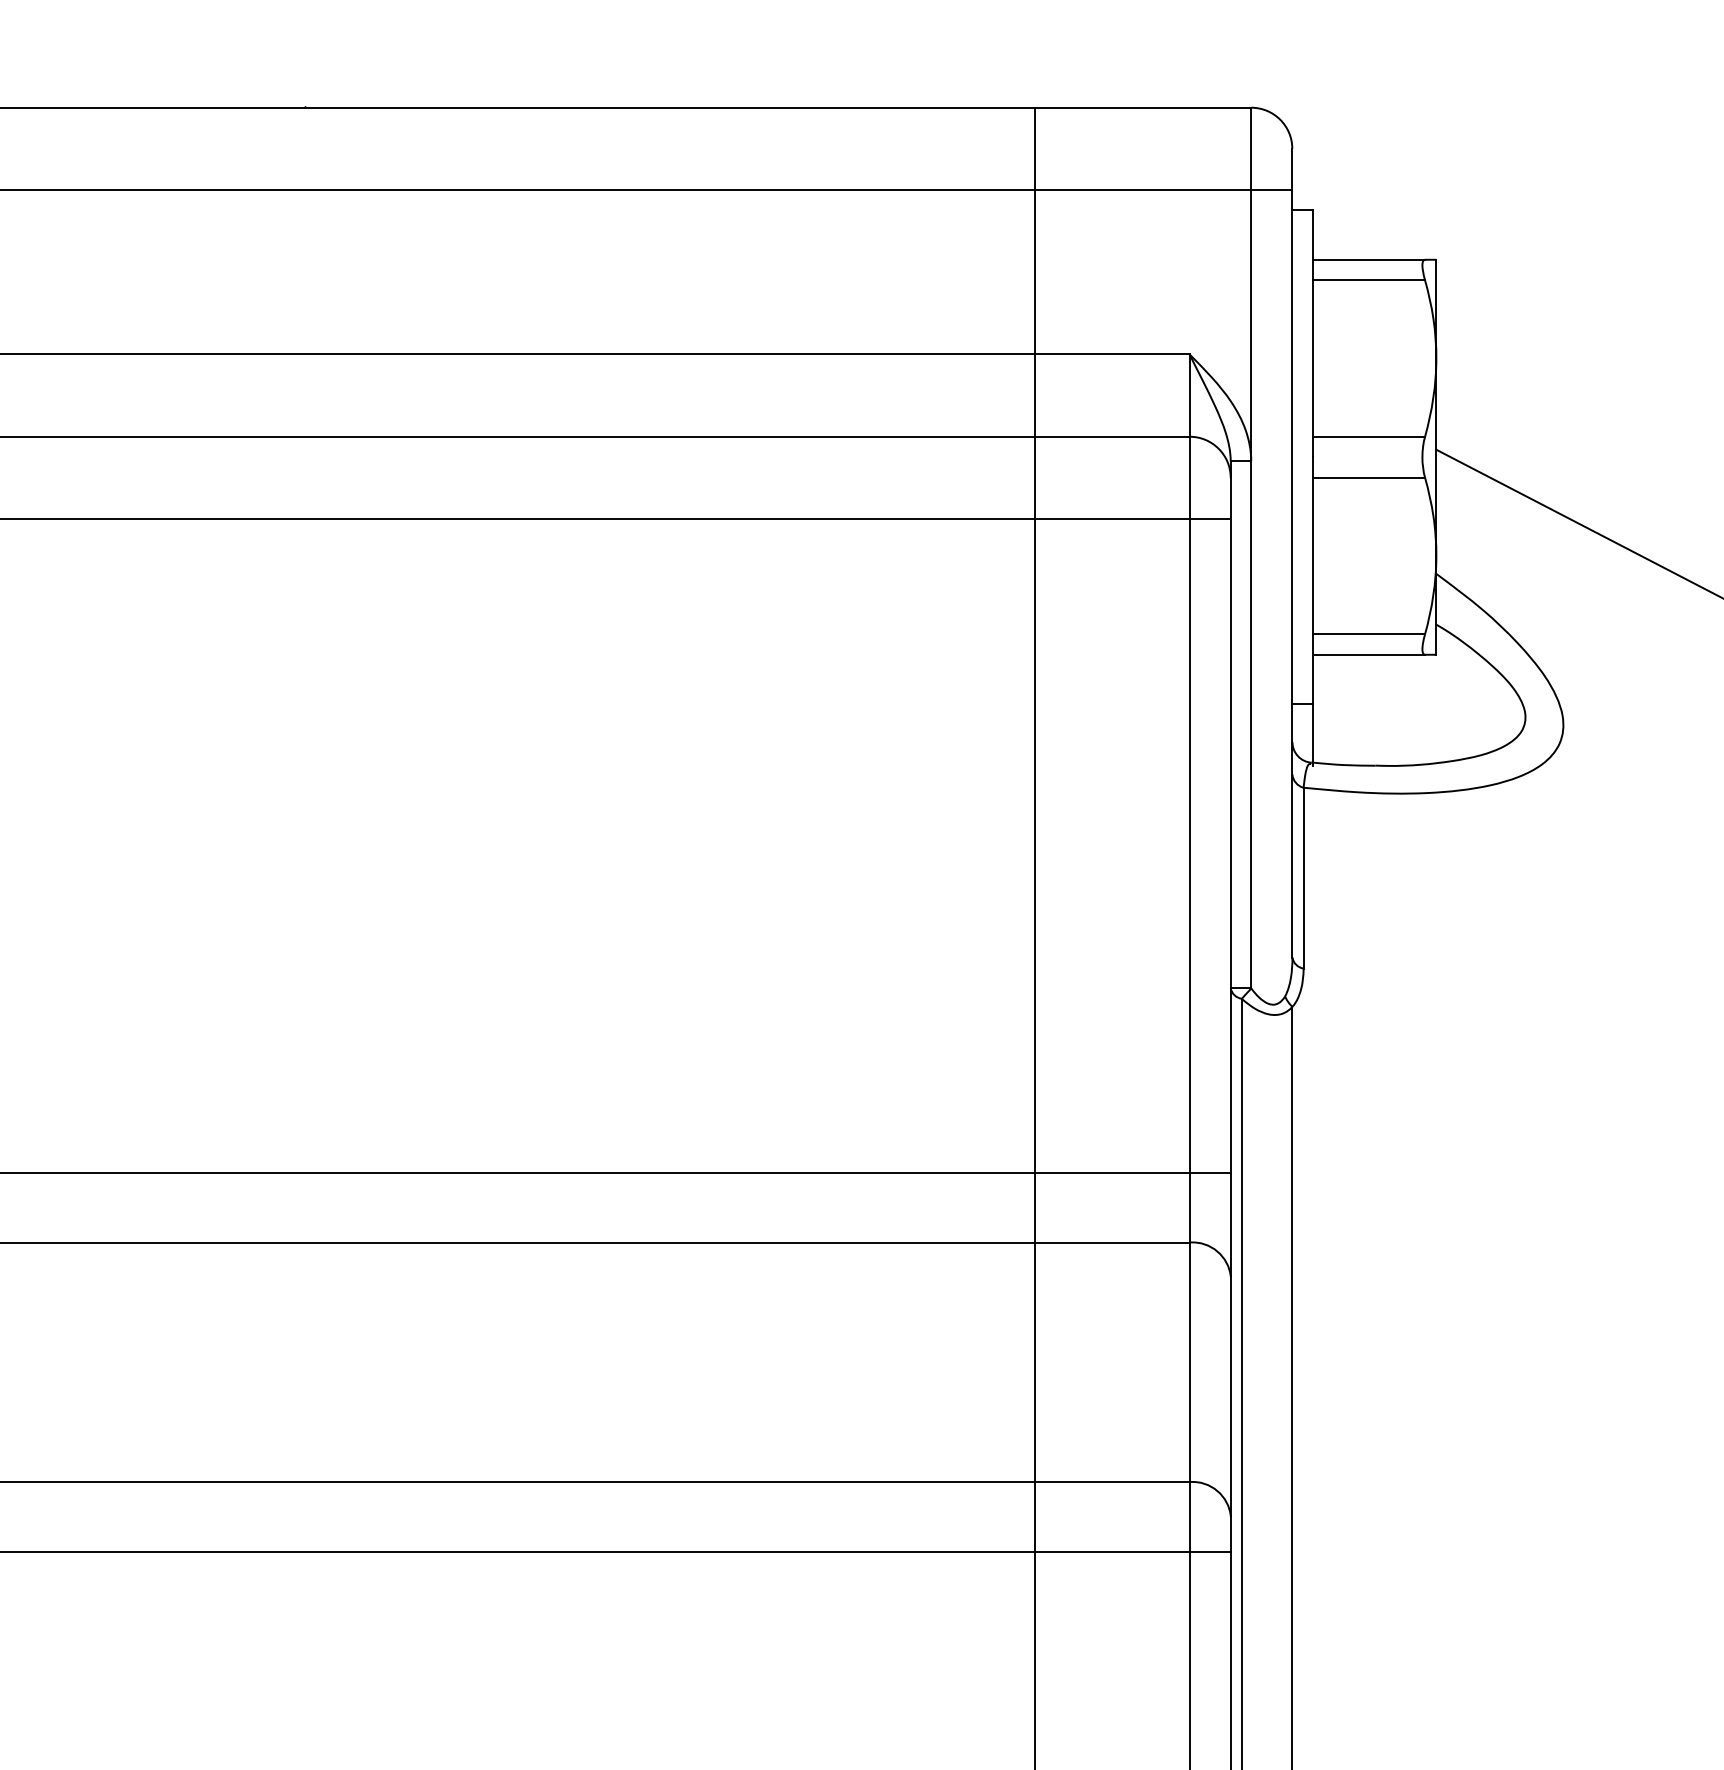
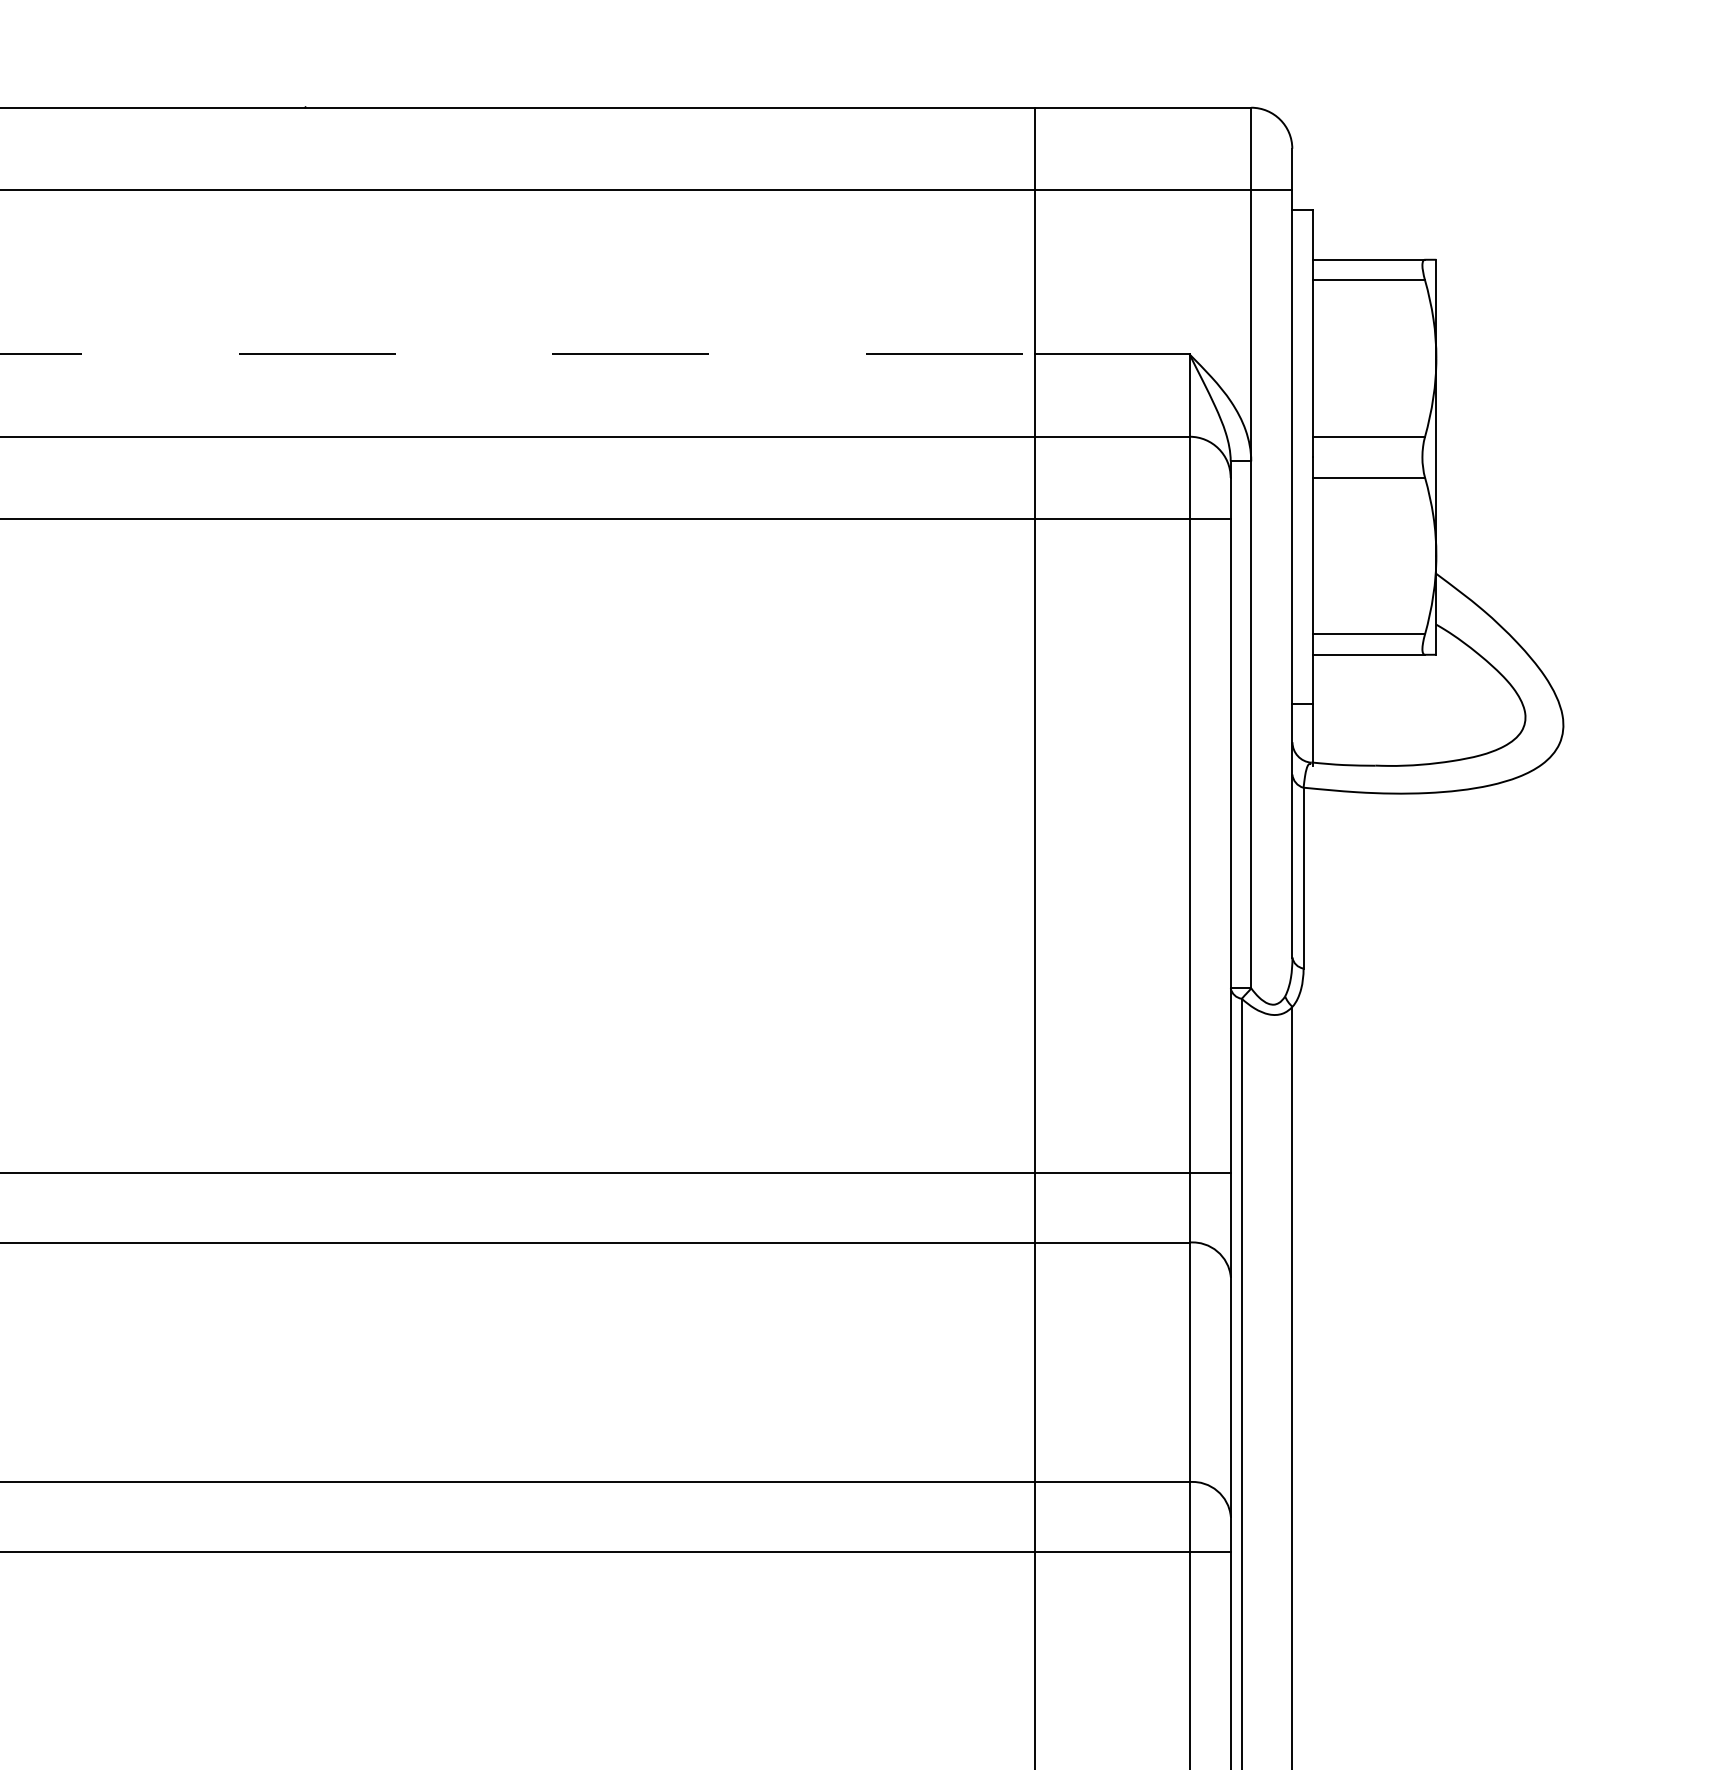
line at (518, 354): solid -> dashed
line at (1578, 523): present -> none
